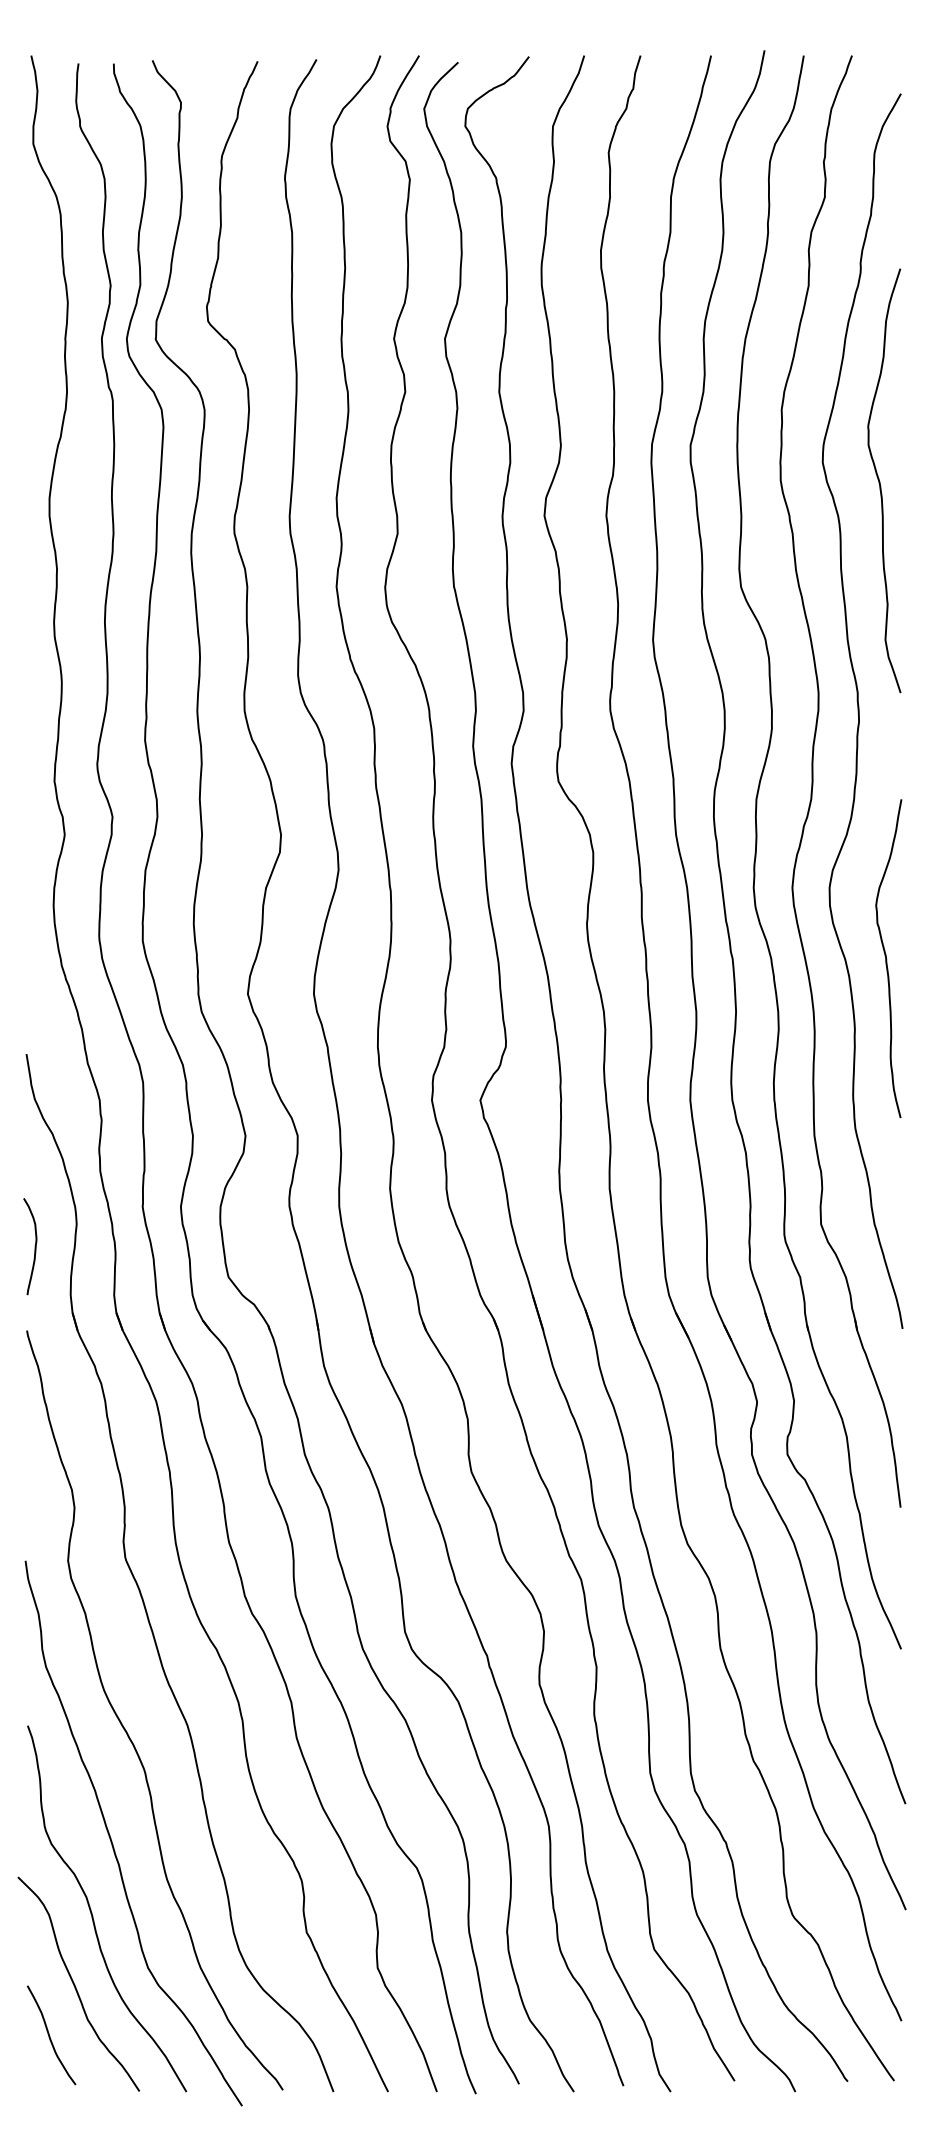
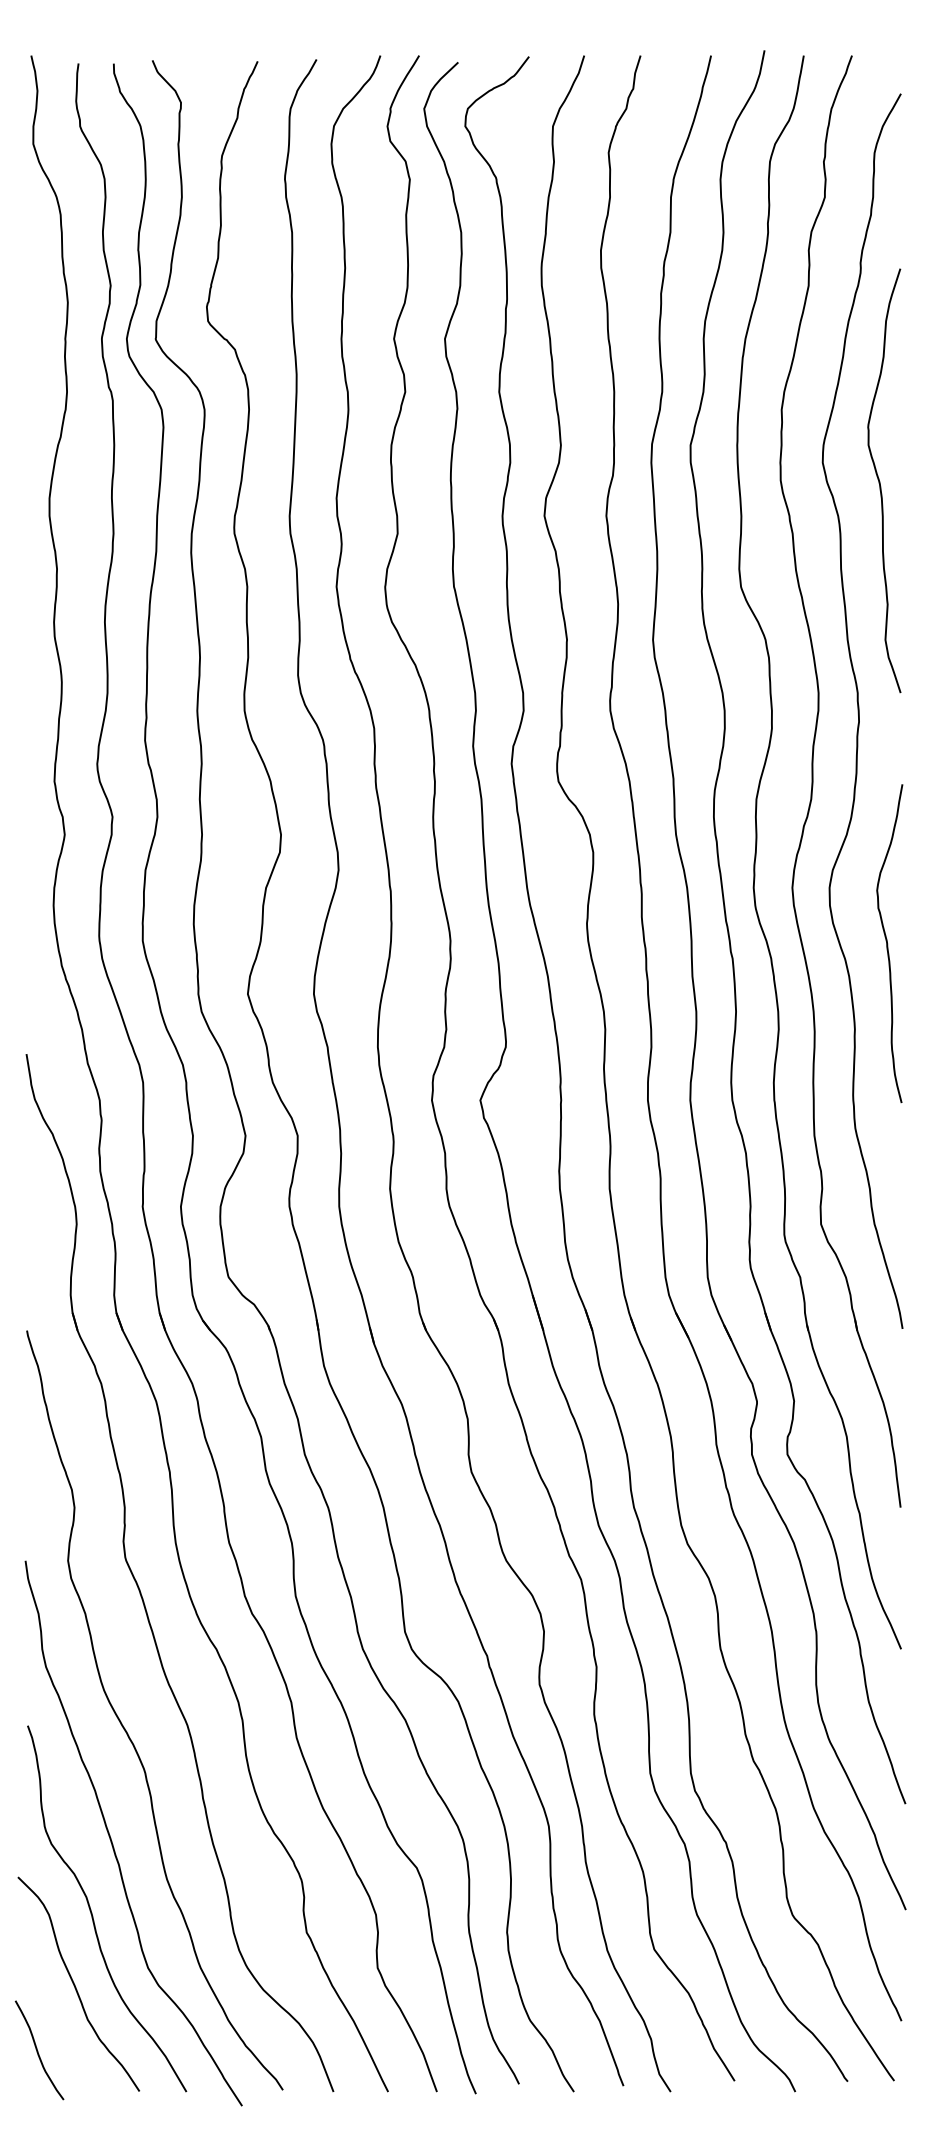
curve at (887, 959) position: (887, 959) -> (888, 944)
curve at (34, 1246): present -> none
curve at (50, 2036) position: (50, 2036) -> (38, 2051)
